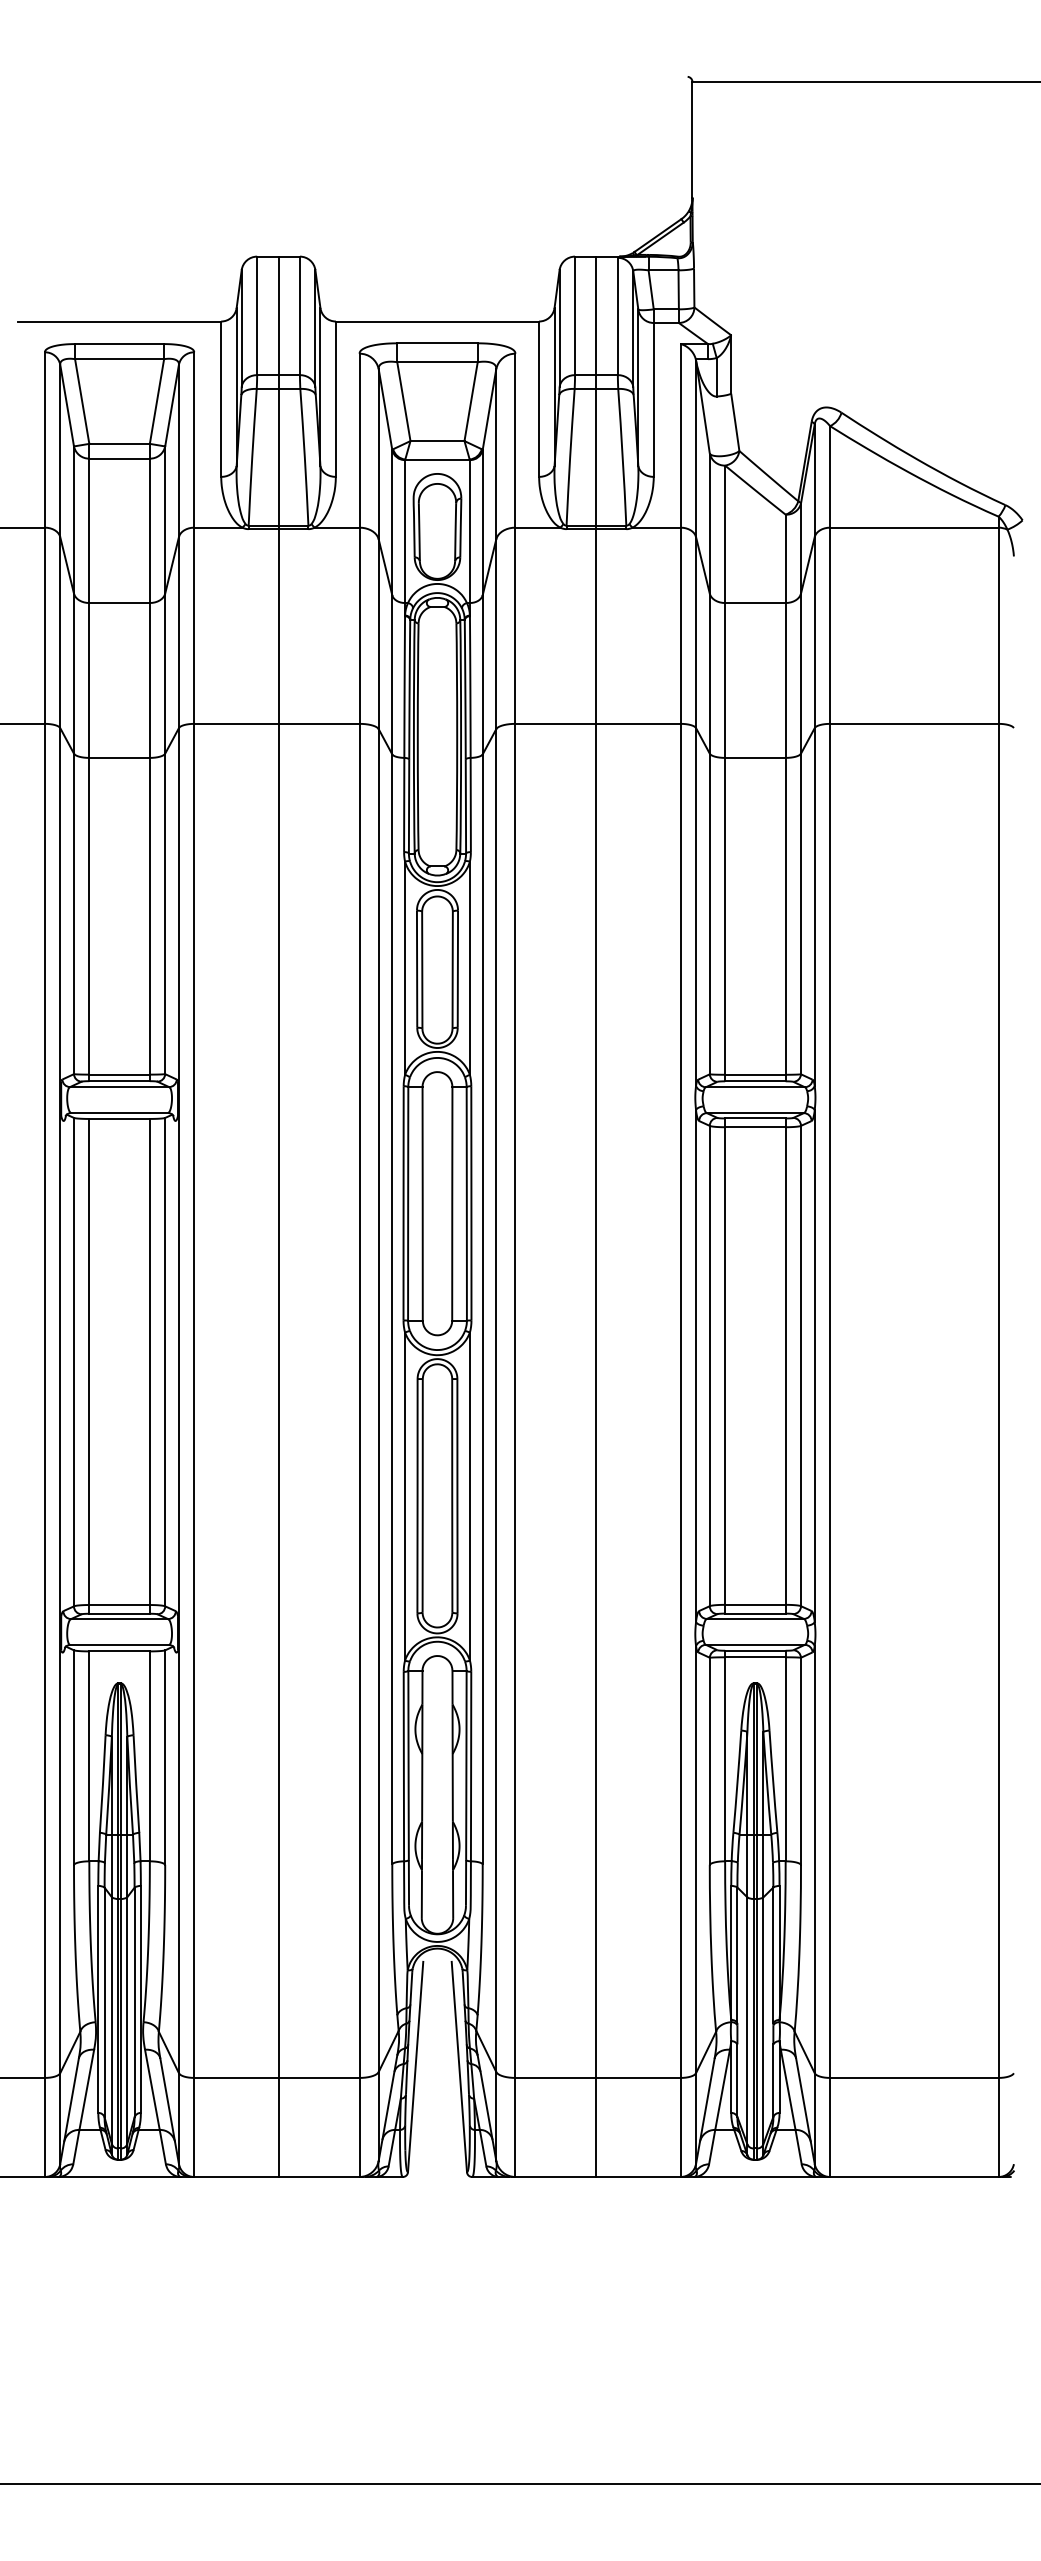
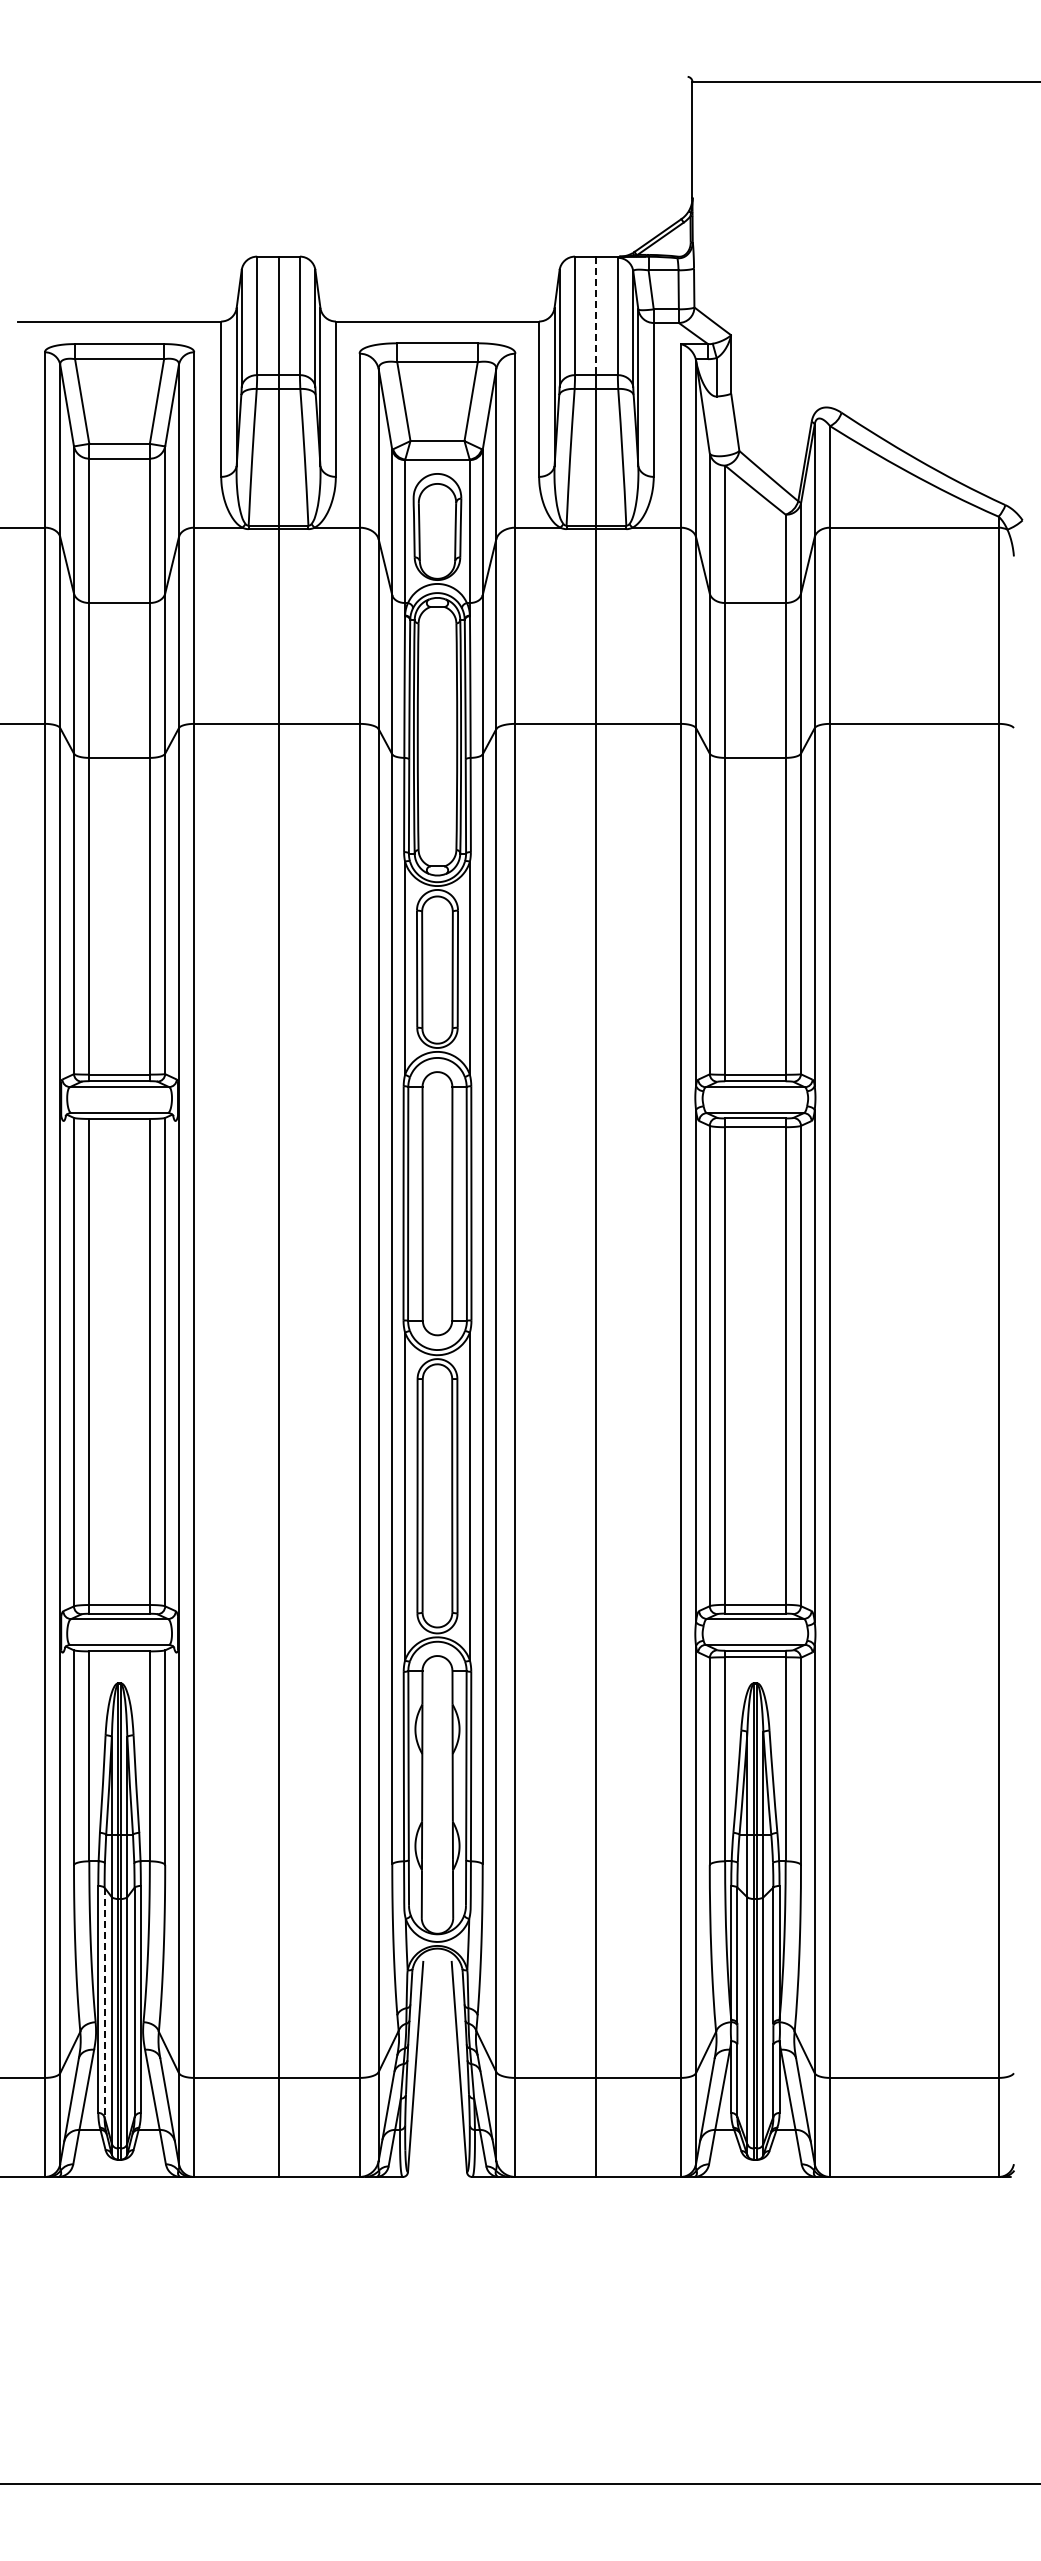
line at (596, 316): solid -> dashed
line at (104, 2002): solid -> dashed
